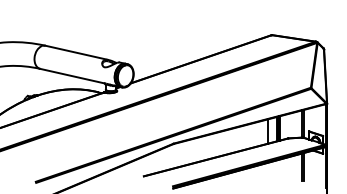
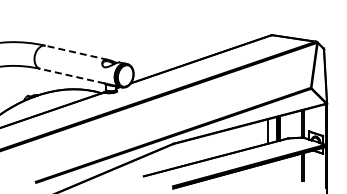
line at (76, 52): solid -> dashed
line at (72, 76): solid -> dashed
